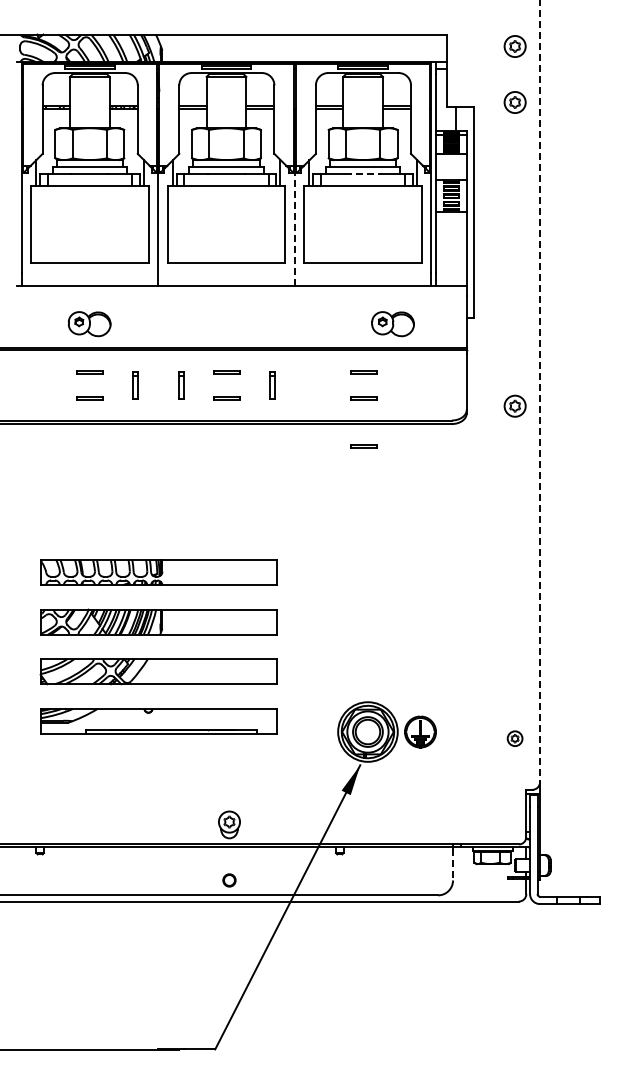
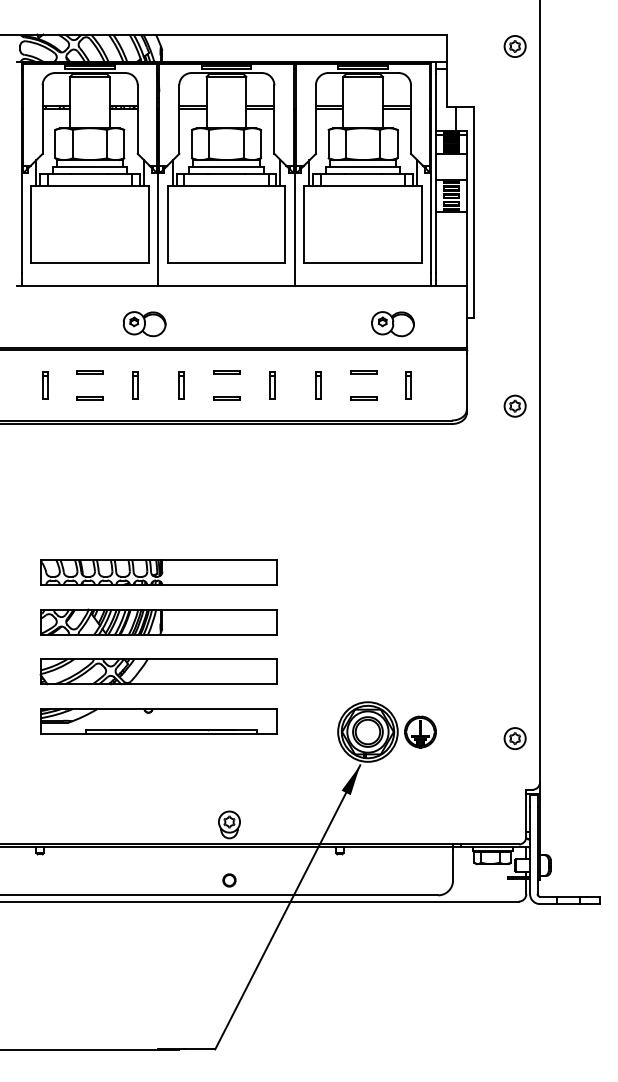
part at (514, 102): present -> none
line at (363, 173): dashed -> solid
line at (294, 228): dashed -> solid
part at (89, 324) position: (89, 324) -> (144, 324)
part at (45, 385): none -> present
part at (318, 385): none -> present
part at (408, 385): none -> present
line at (540, 391): dashed -> solid
line at (363, 445): present -> none
part at (514, 738) size: 18x17 px -> 24x24 px
line at (453, 864): dashed -> solid
